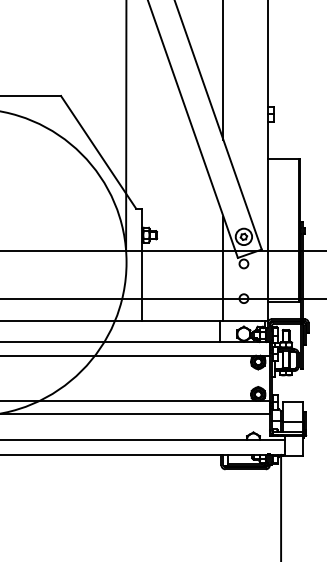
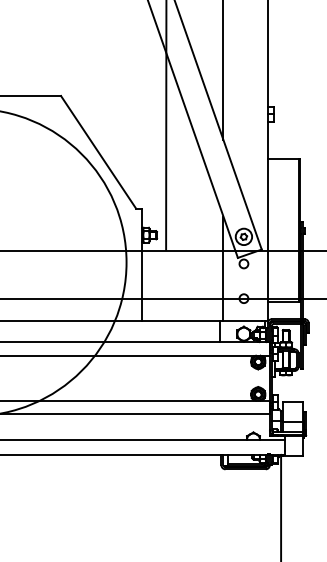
line at (126, 126) position: (126, 126) -> (166, 126)
